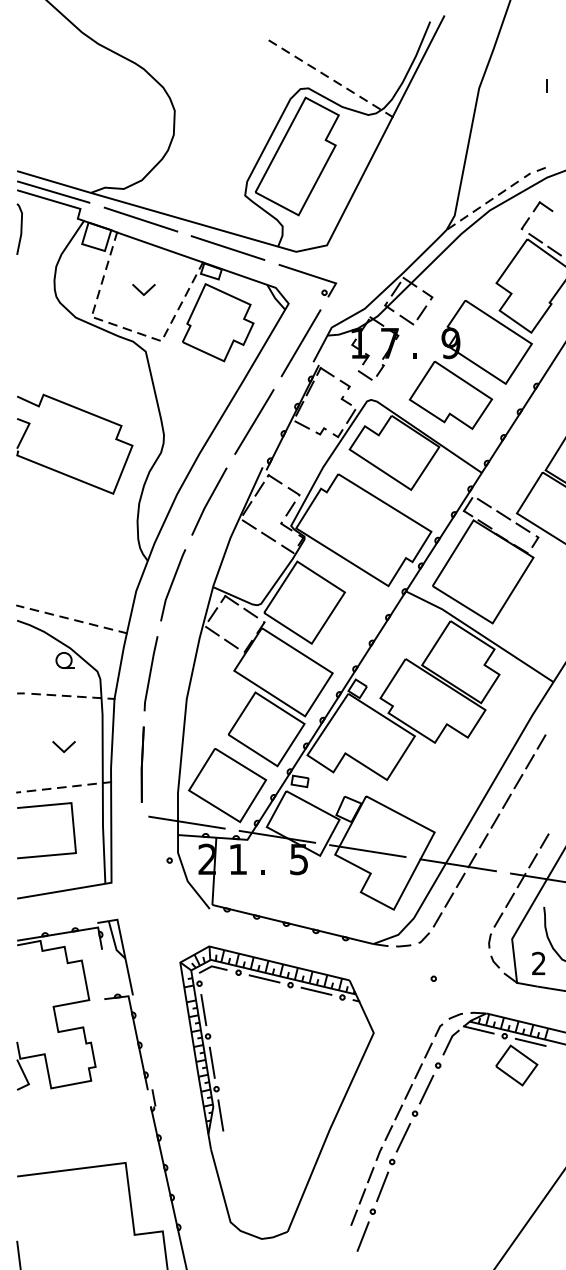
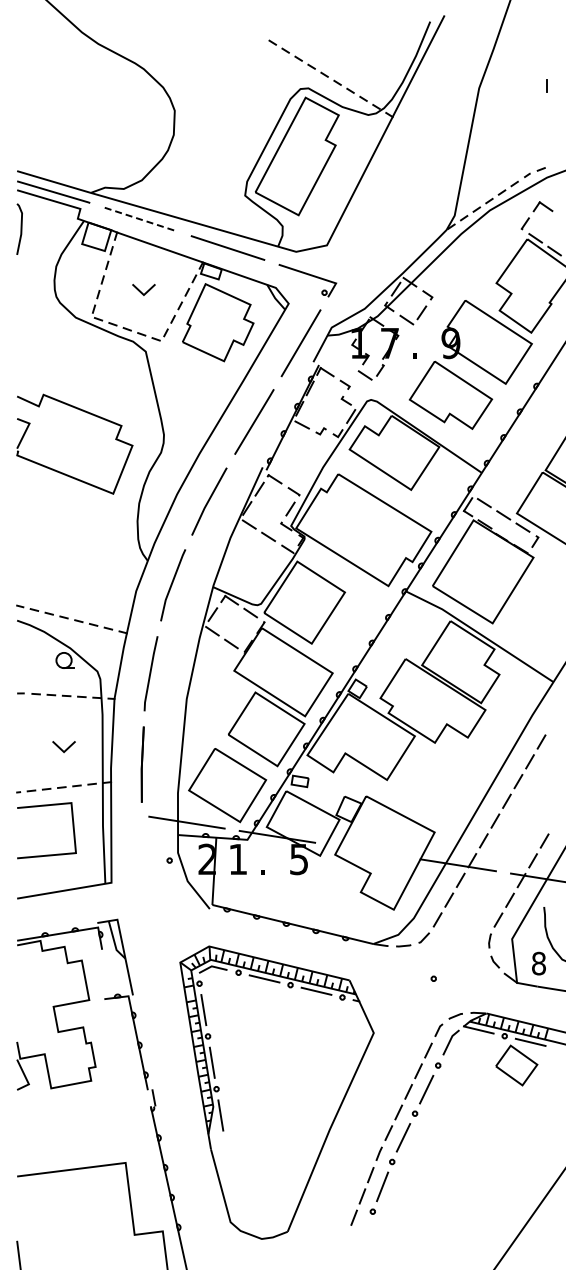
line at (141, 219): solid -> dashed
line at (367, 851): present -> none
text at (538, 963): 2 -> 8
line at (362, 1236): present -> none
